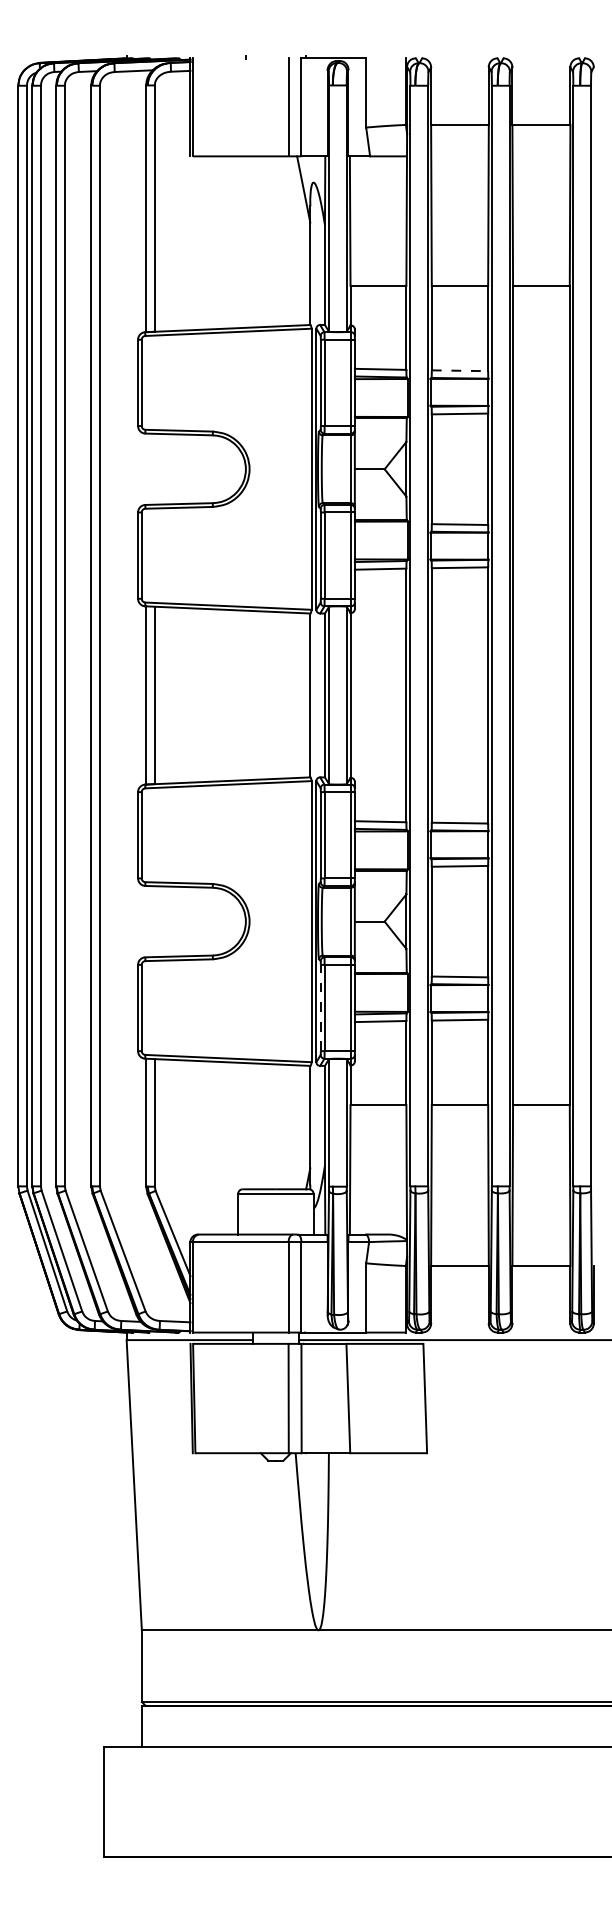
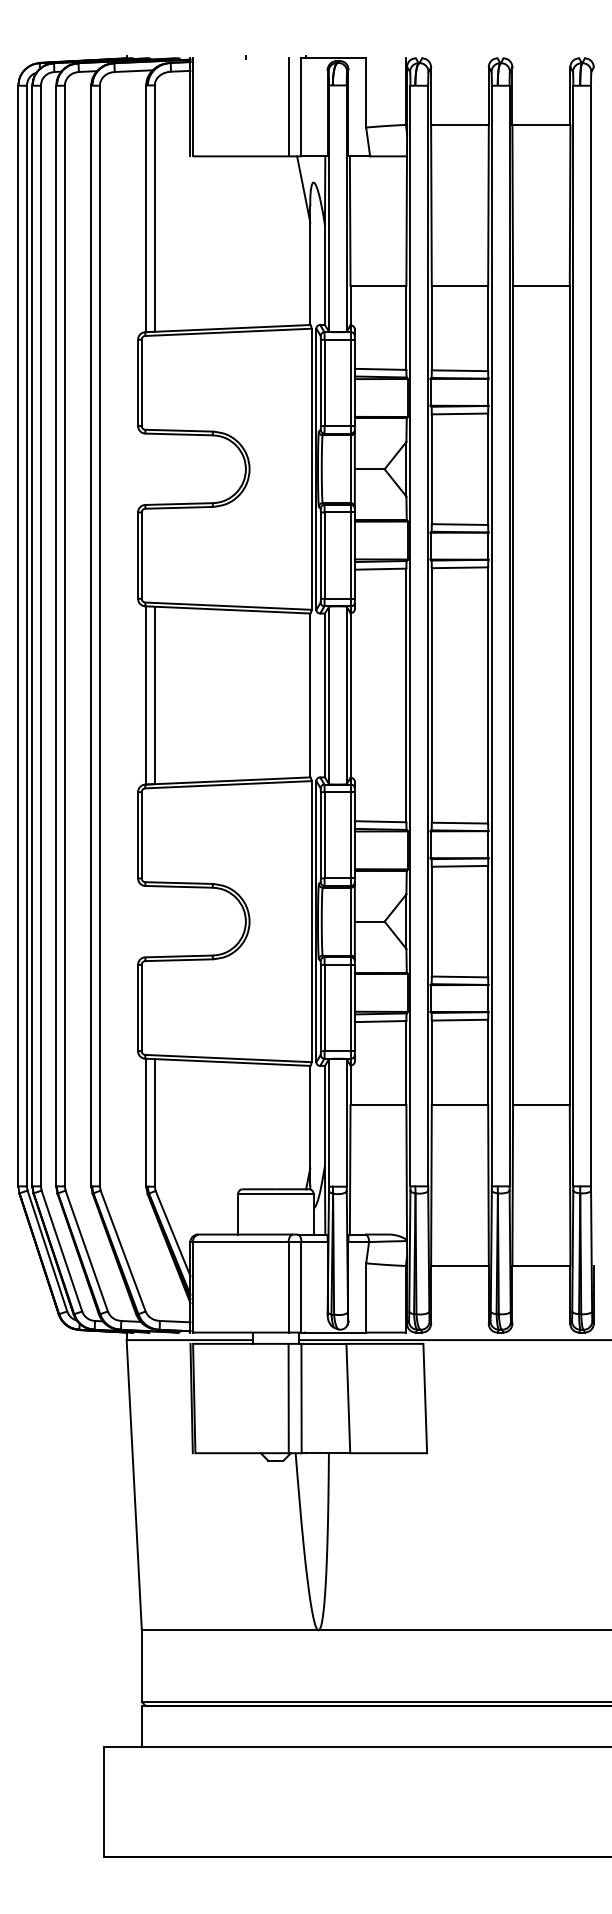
line at (460, 370): dashed -> solid
line at (320, 1007): dashed -> solid
